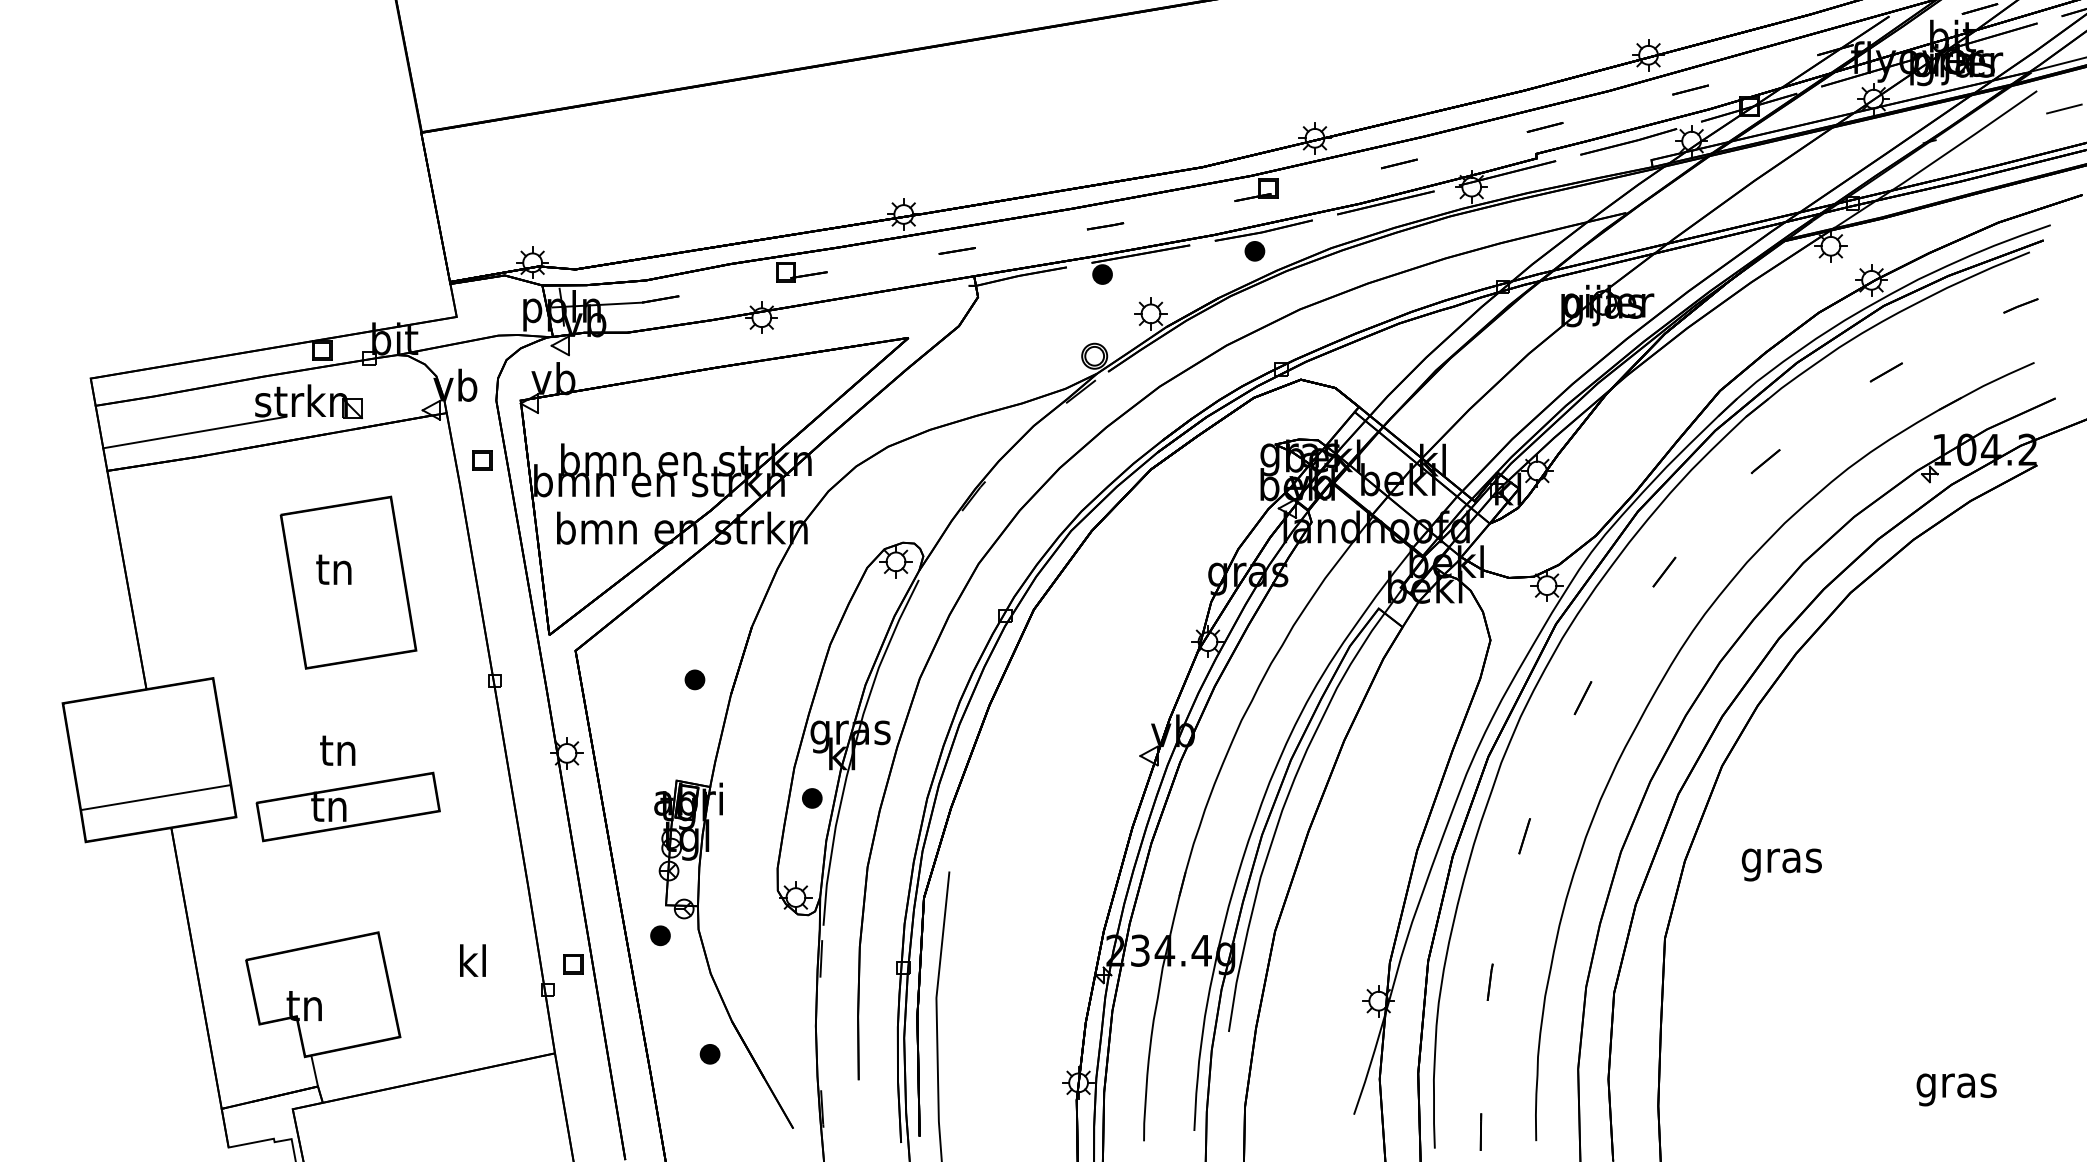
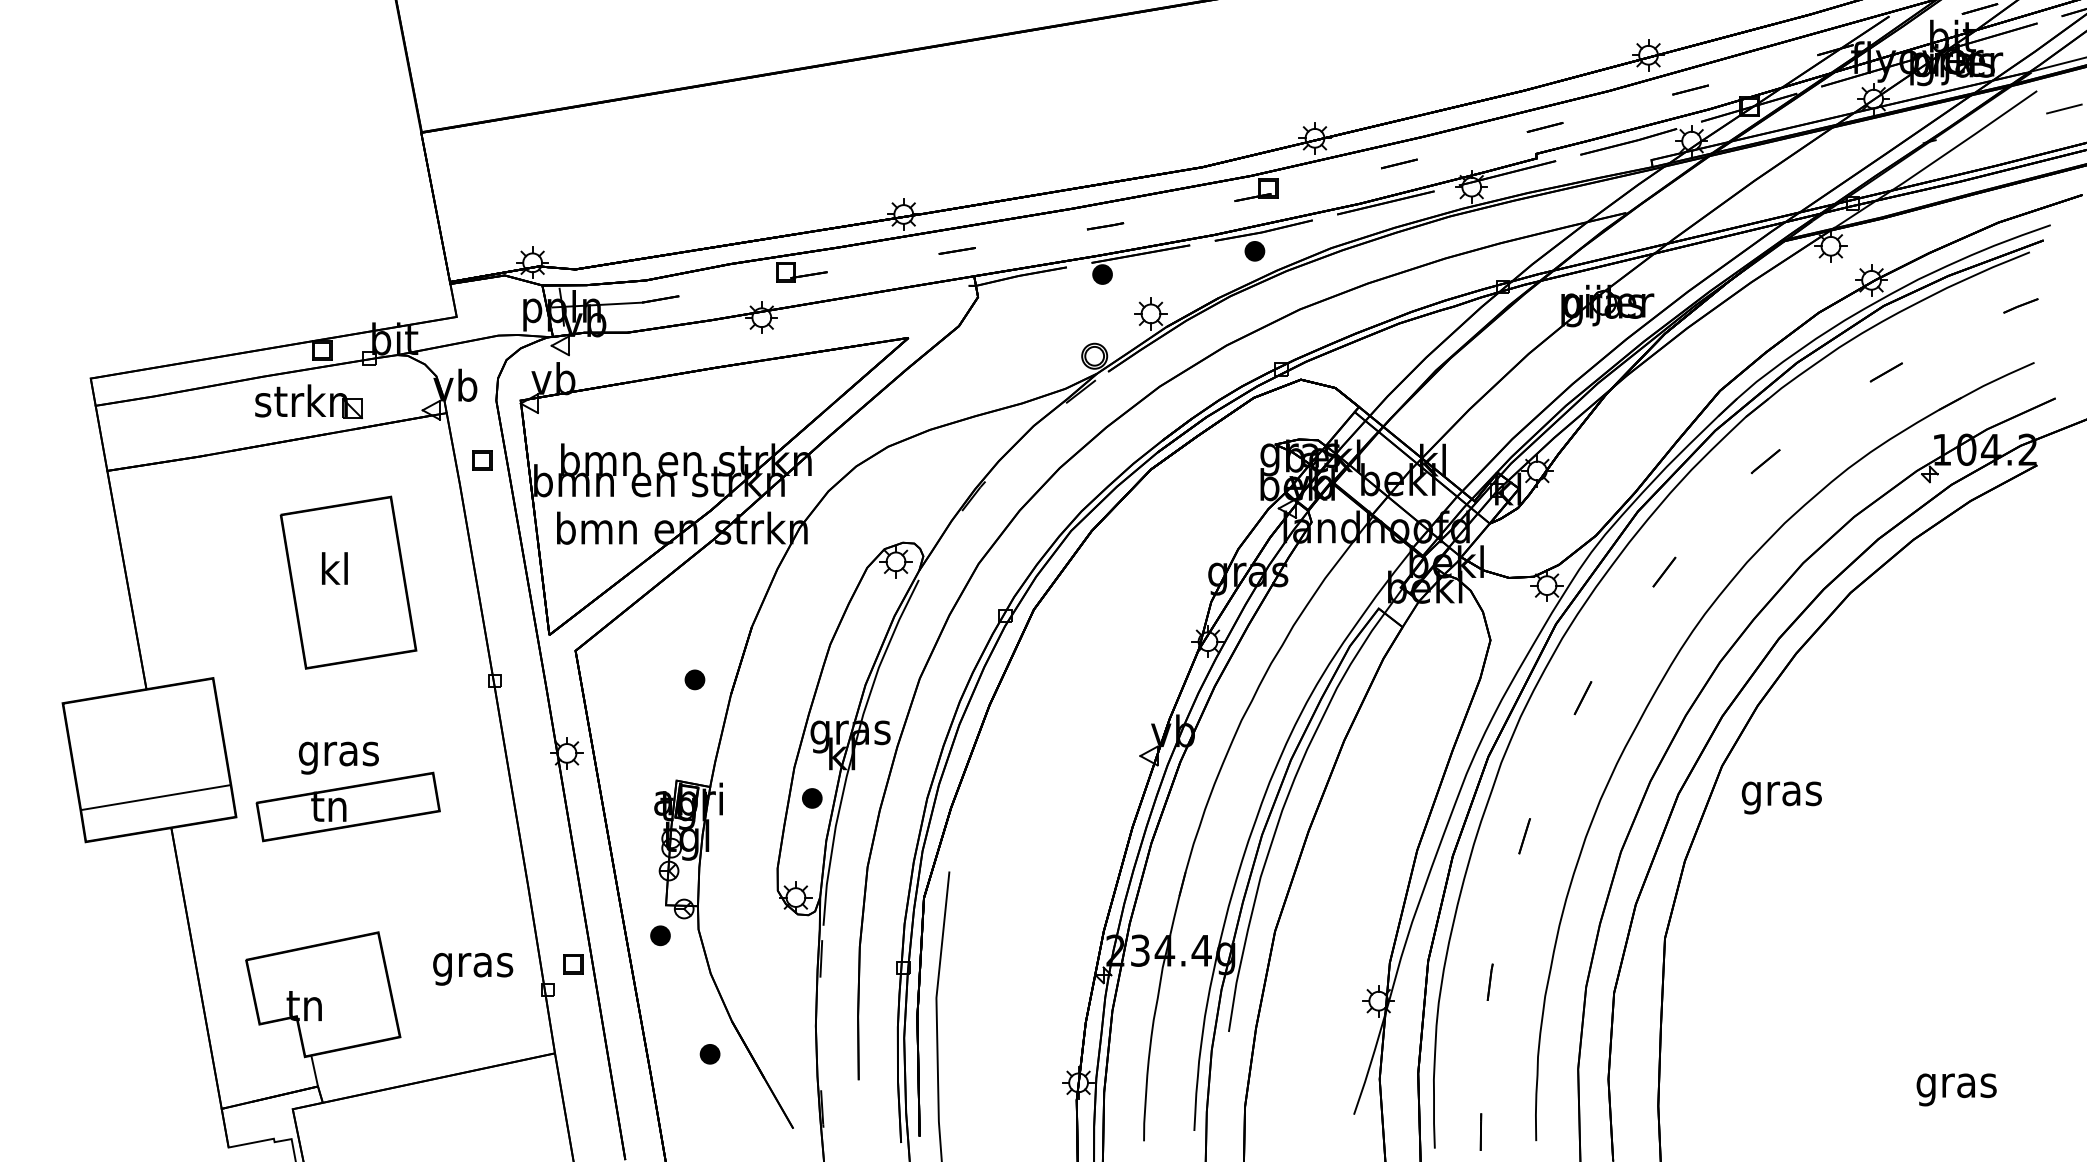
line at (194, 432): present -> none
text at (333, 568): tn -> kl
text at (338, 754): tn -> gras
text at (1781, 864) position: (1781, 864) -> (1781, 797)
text at (473, 964): kl -> gras
